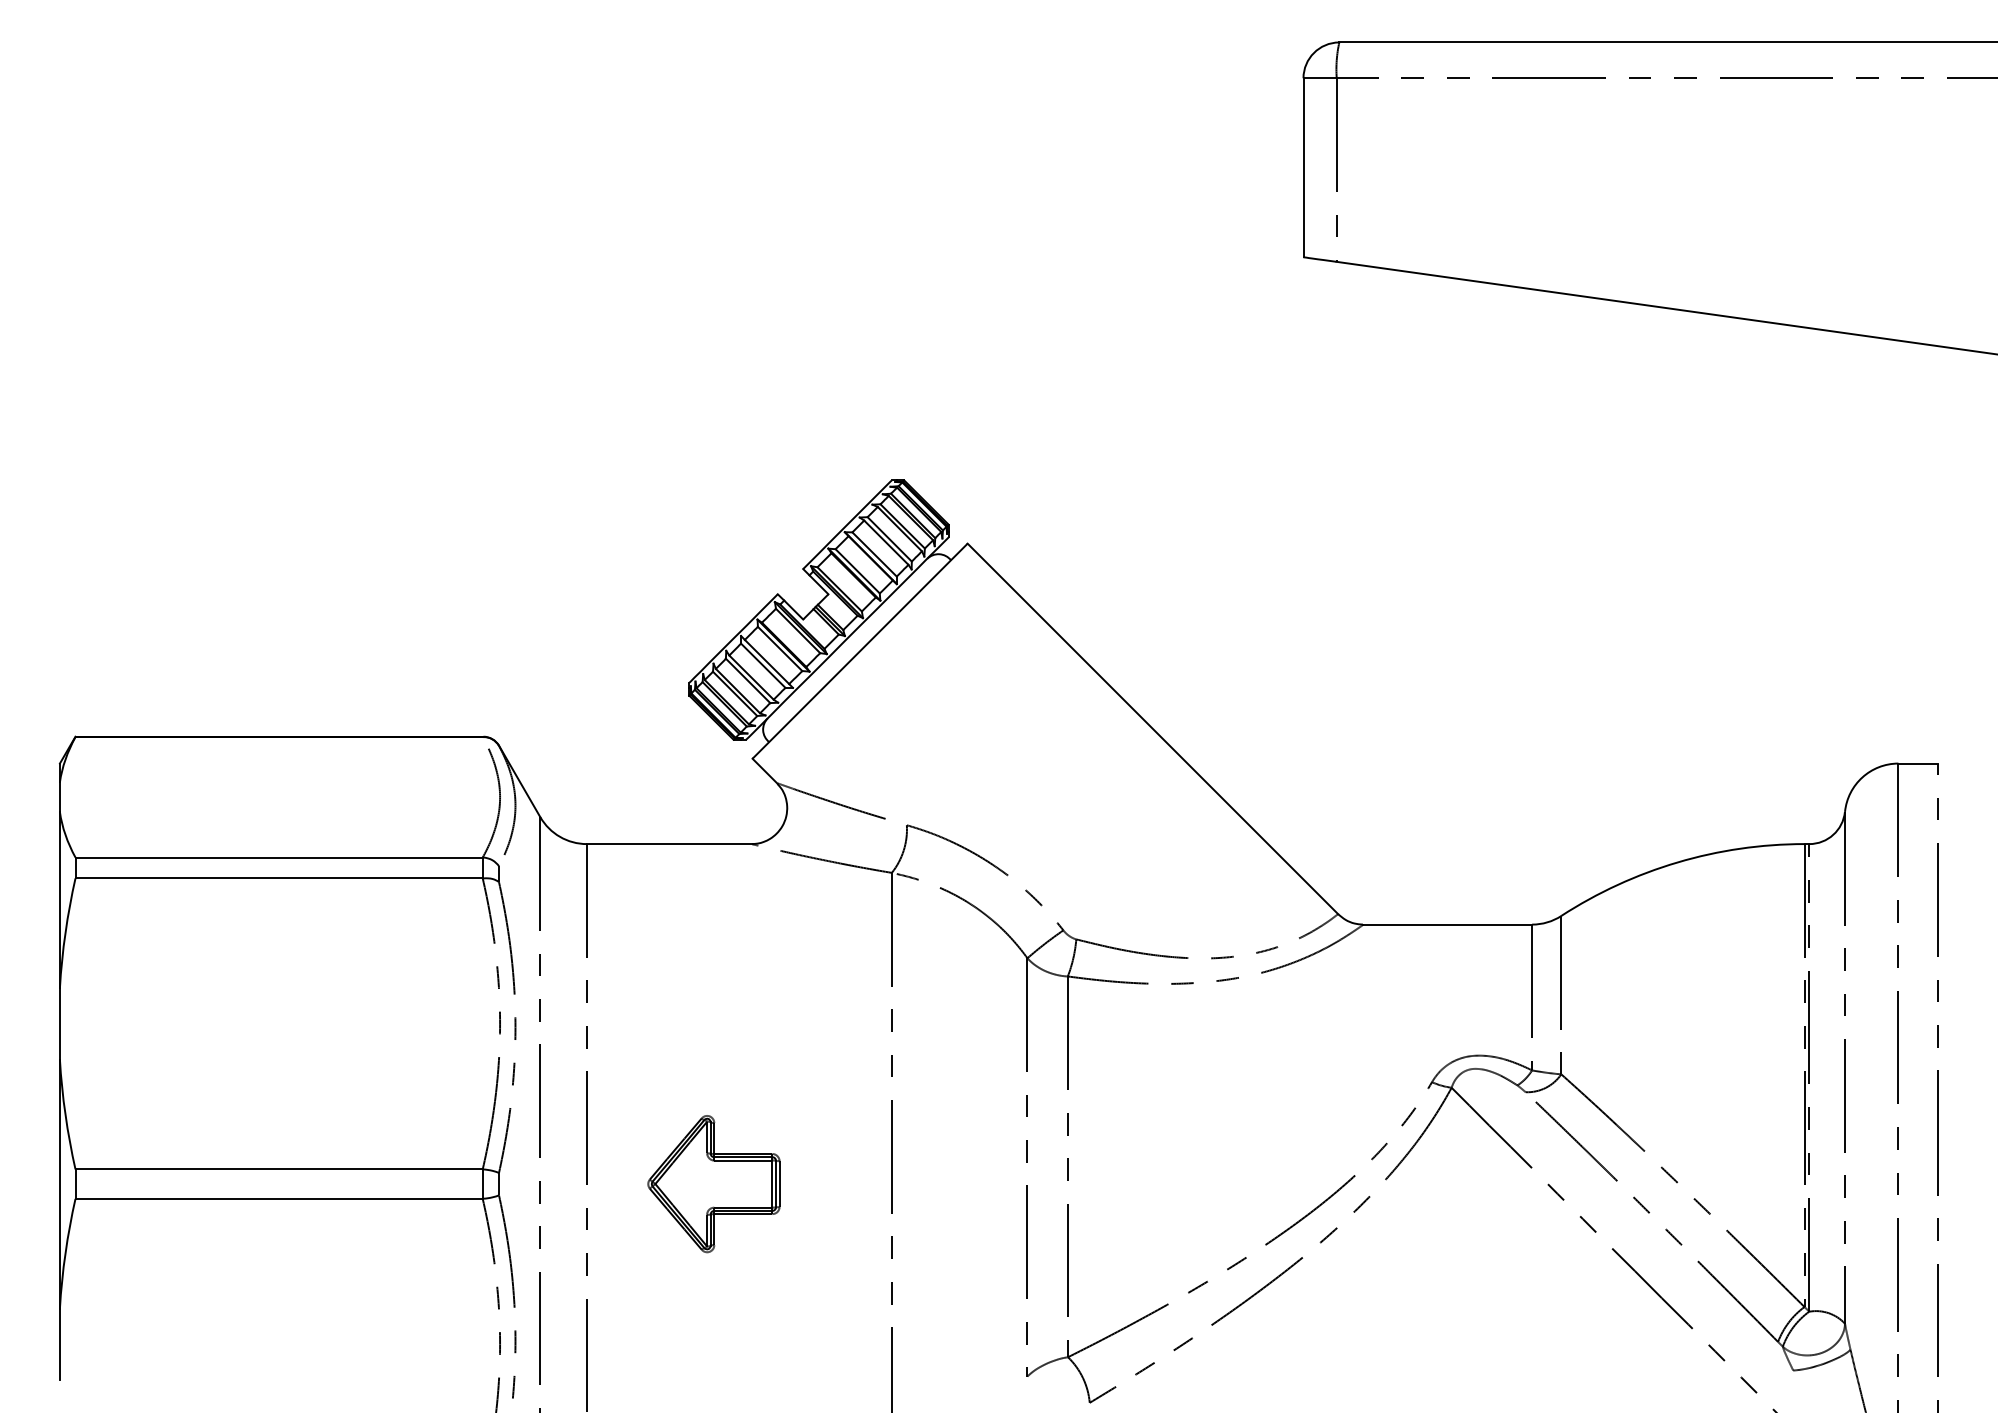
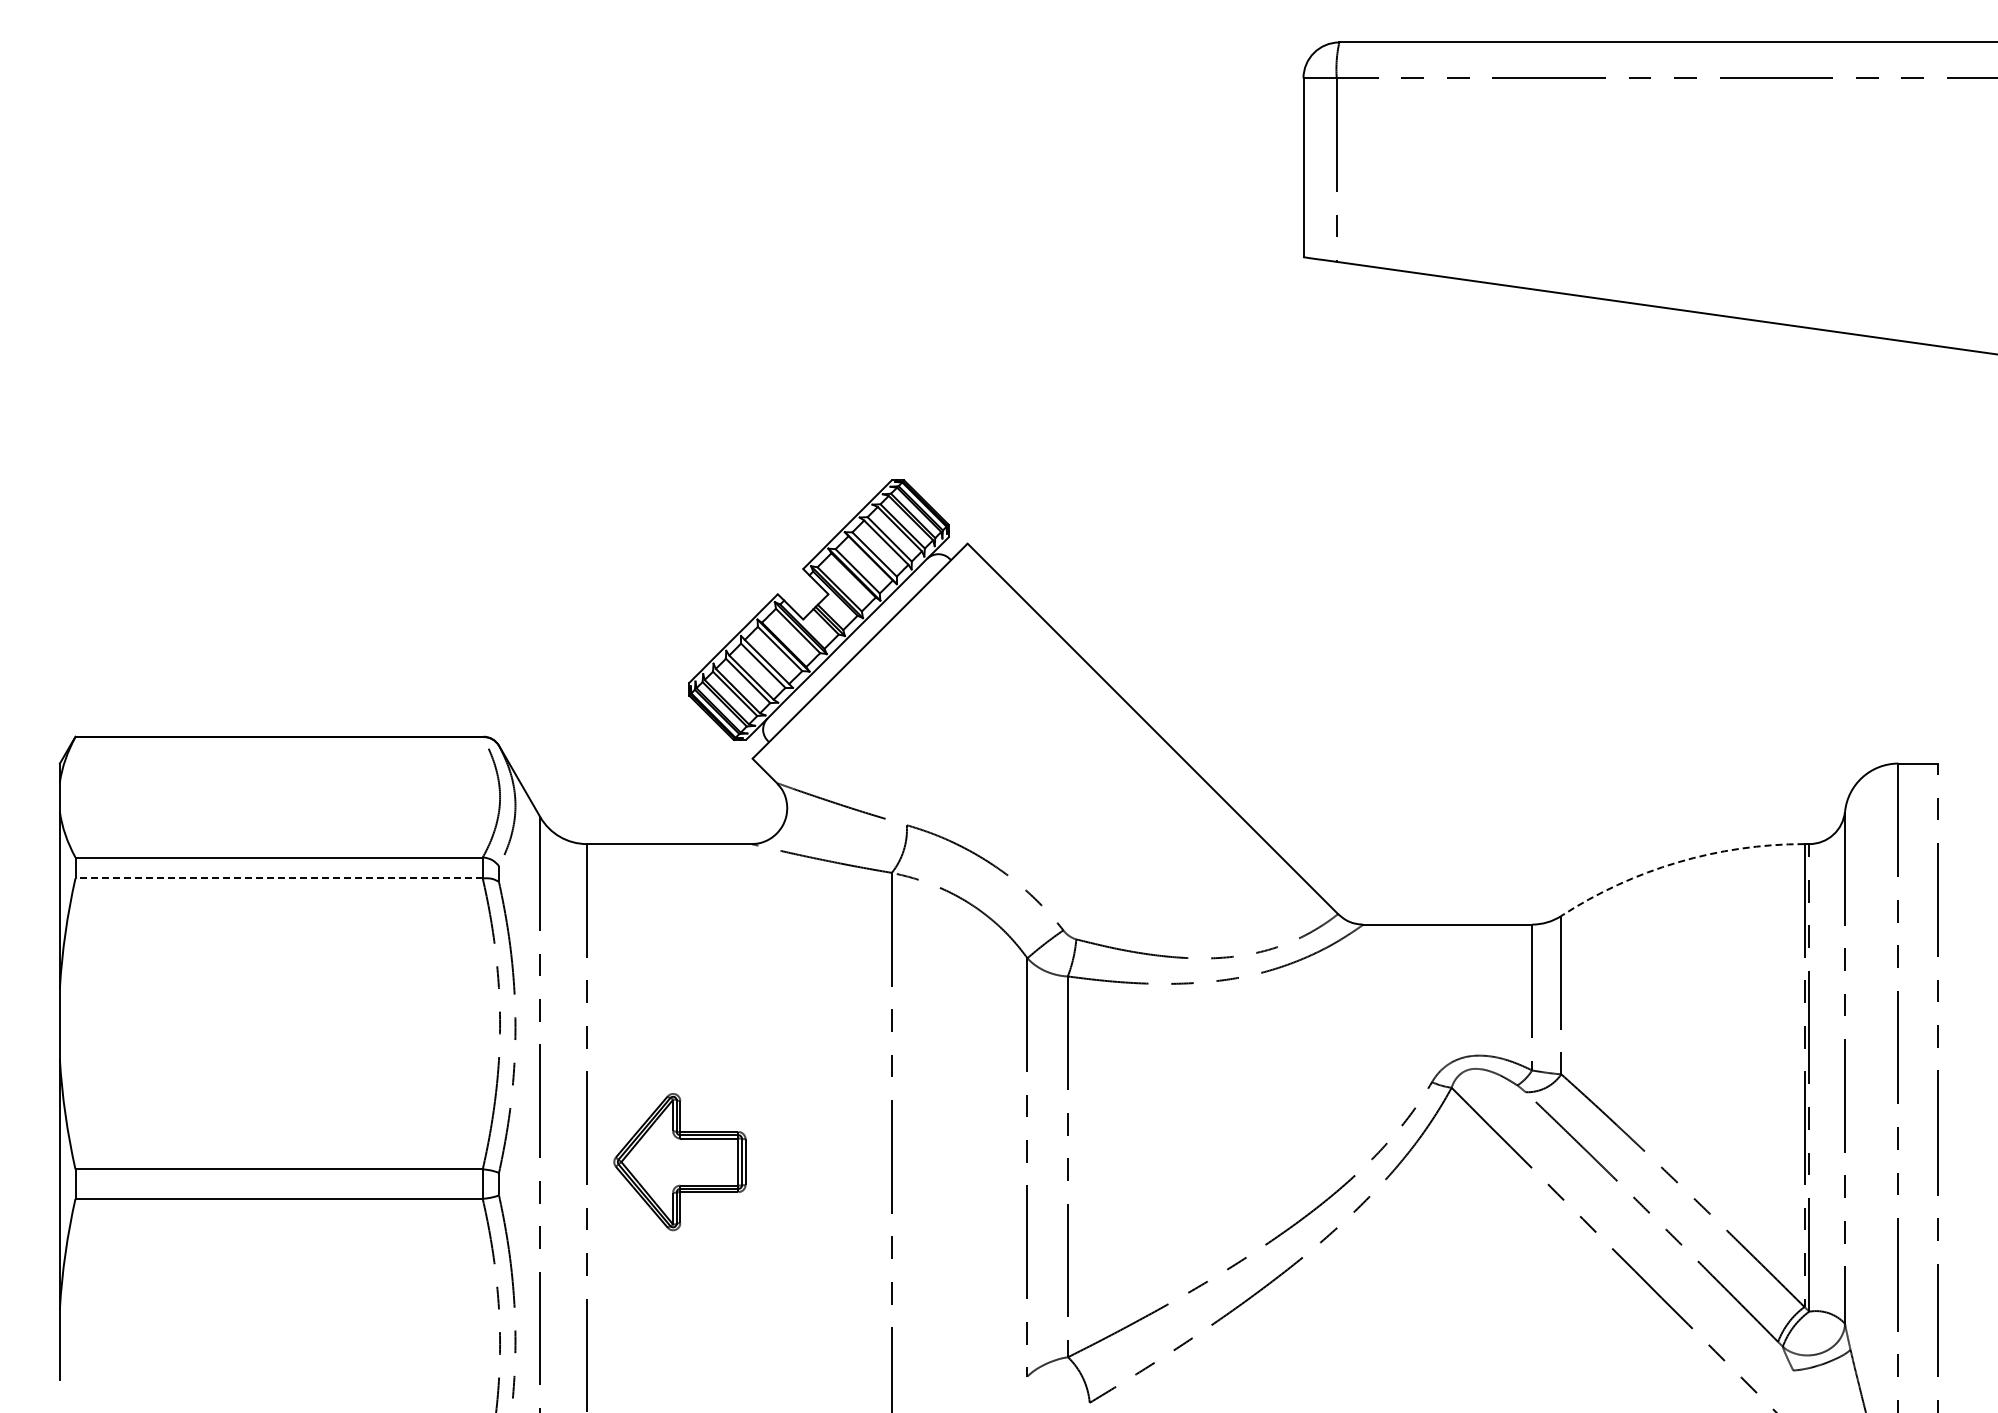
arc at (1677, 862): solid -> dashed
line at (279, 878): solid -> dashed
part at (713, 1184) position: (713, 1184) -> (679, 1162)
